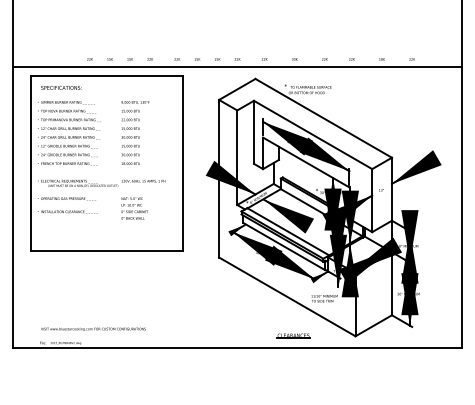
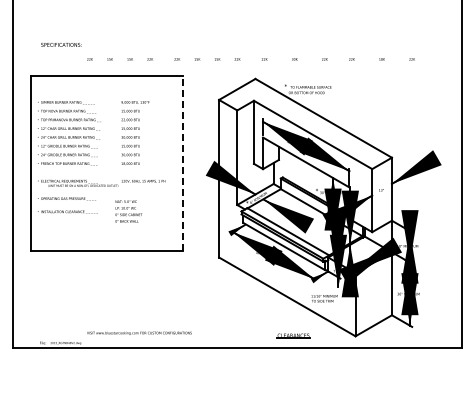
line at (237, 67): present -> none
text at (61, 87) position: (61, 87) -> (61, 44)
line at (183, 163): solid -> dashed
text at (134, 208) position: (134, 208) -> (128, 211)
text at (93, 328) position: (93, 328) -> (139, 332)
